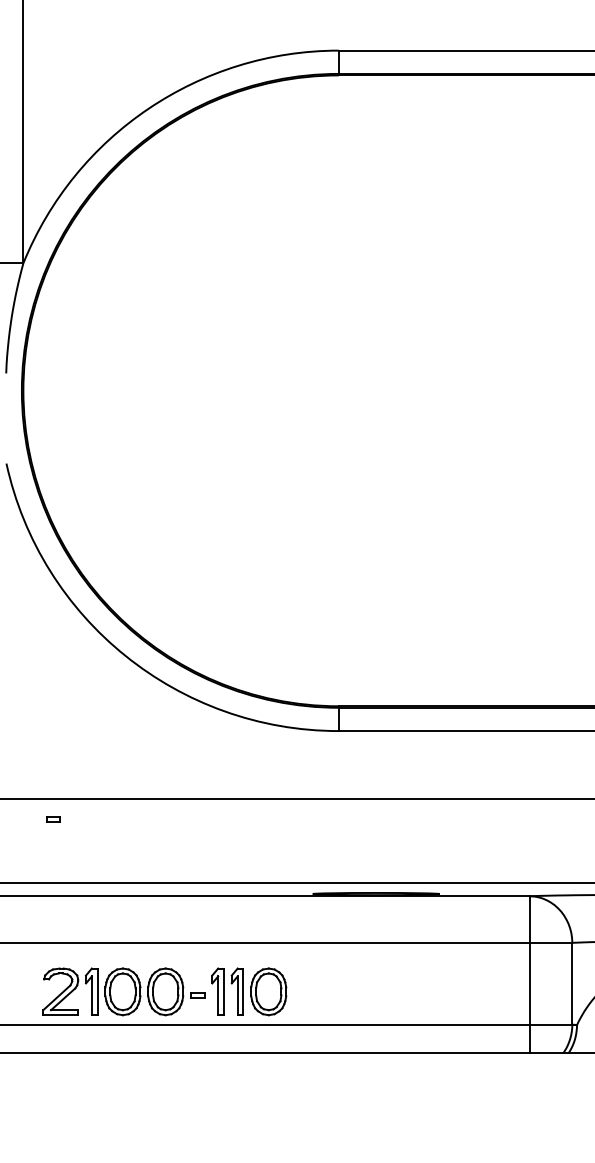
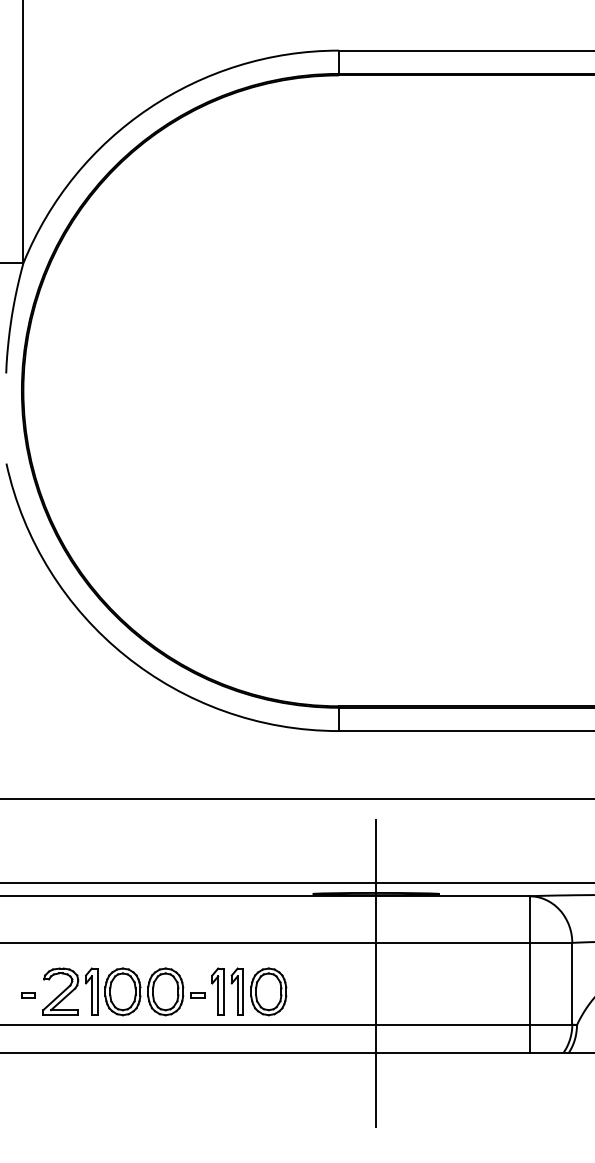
part at (53, 819) position: (53, 819) -> (28, 995)
line at (376, 973): none -> present
